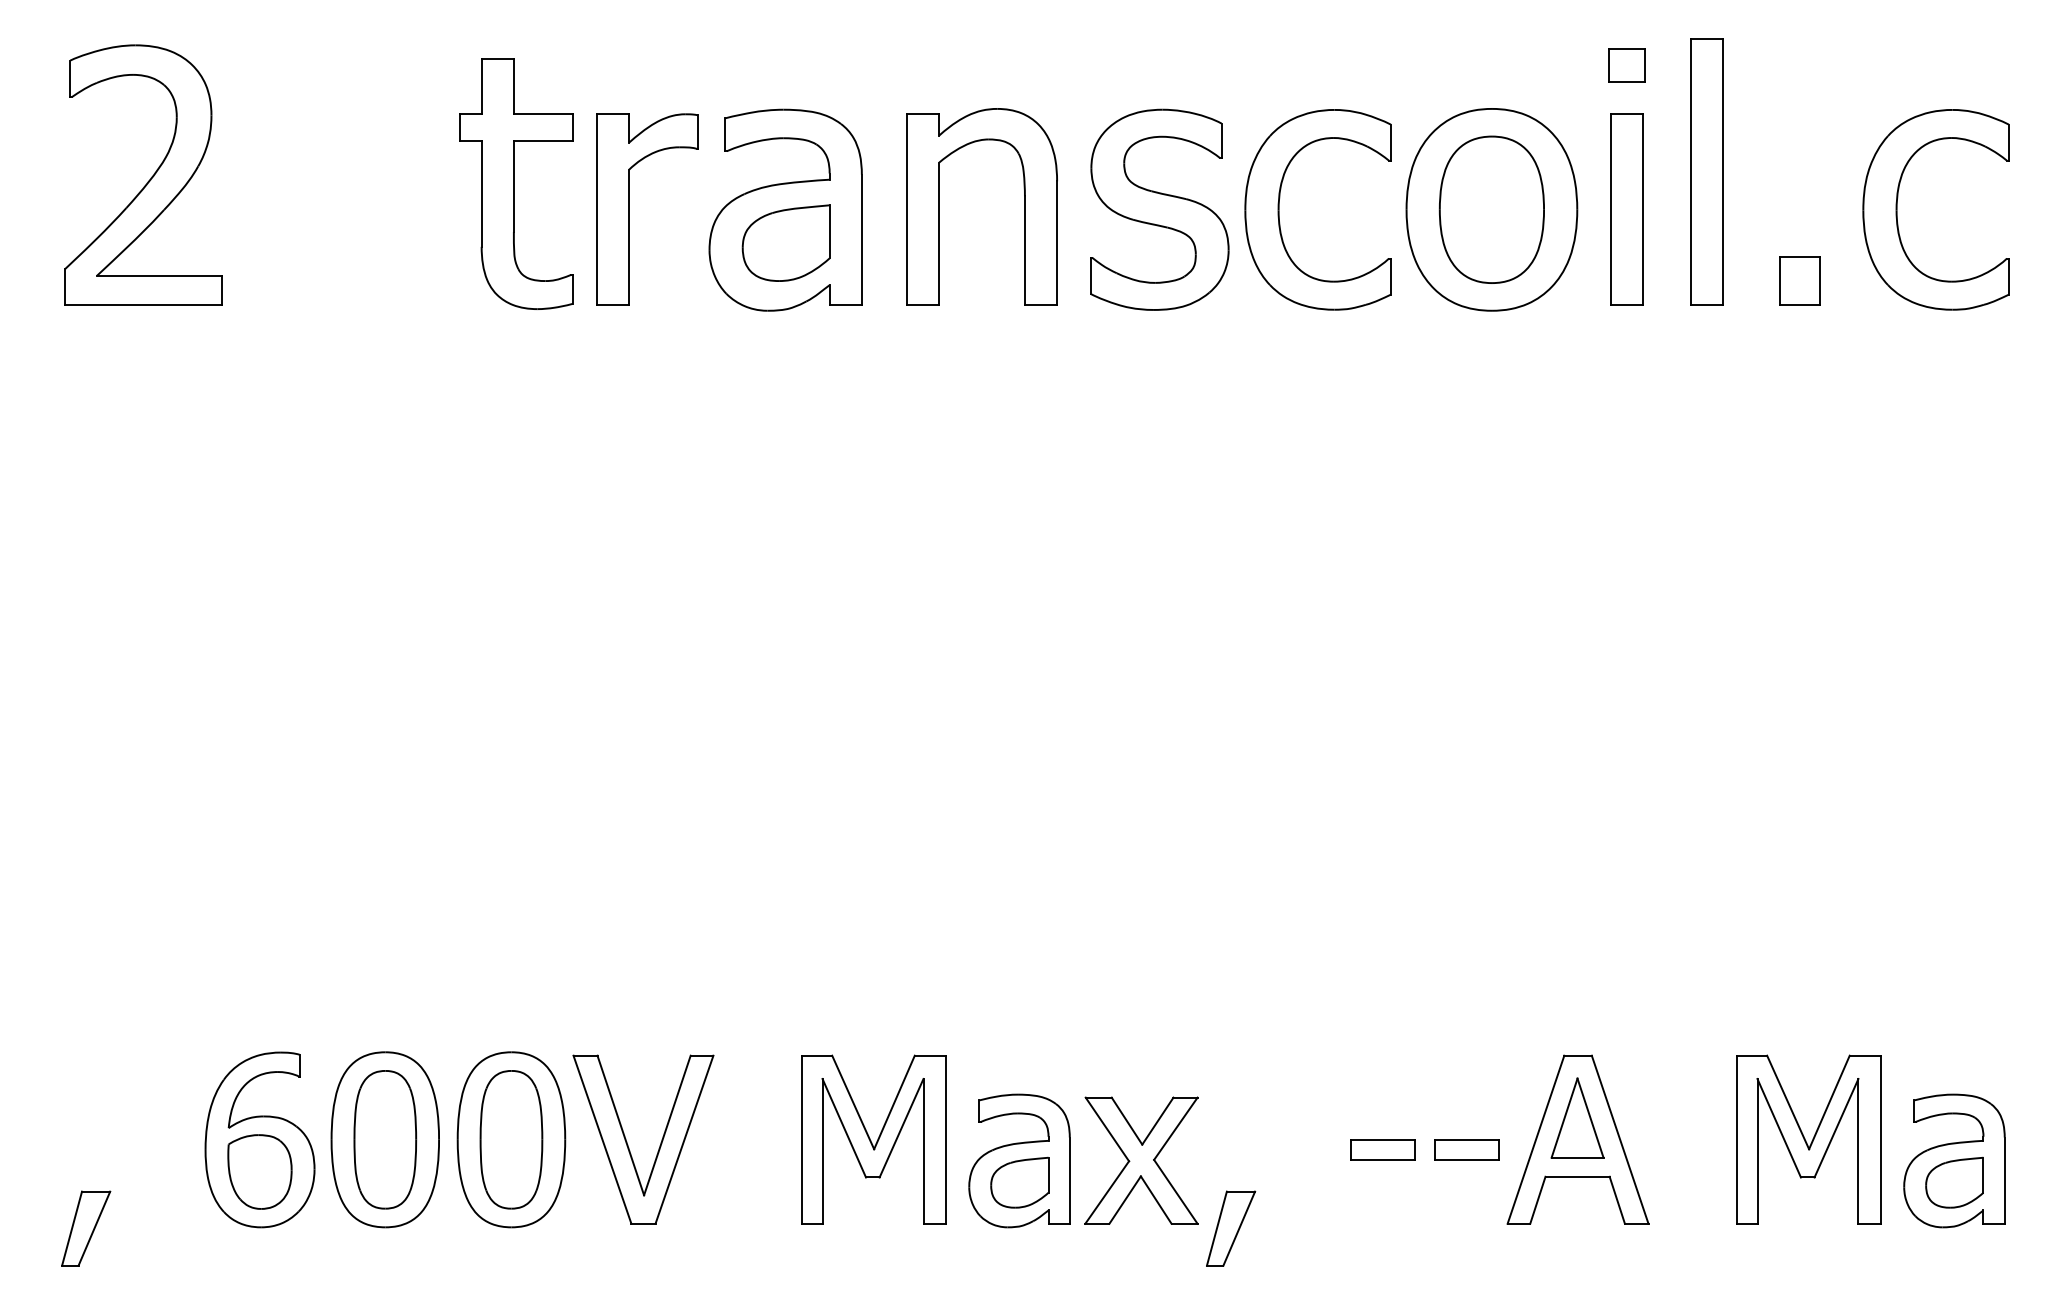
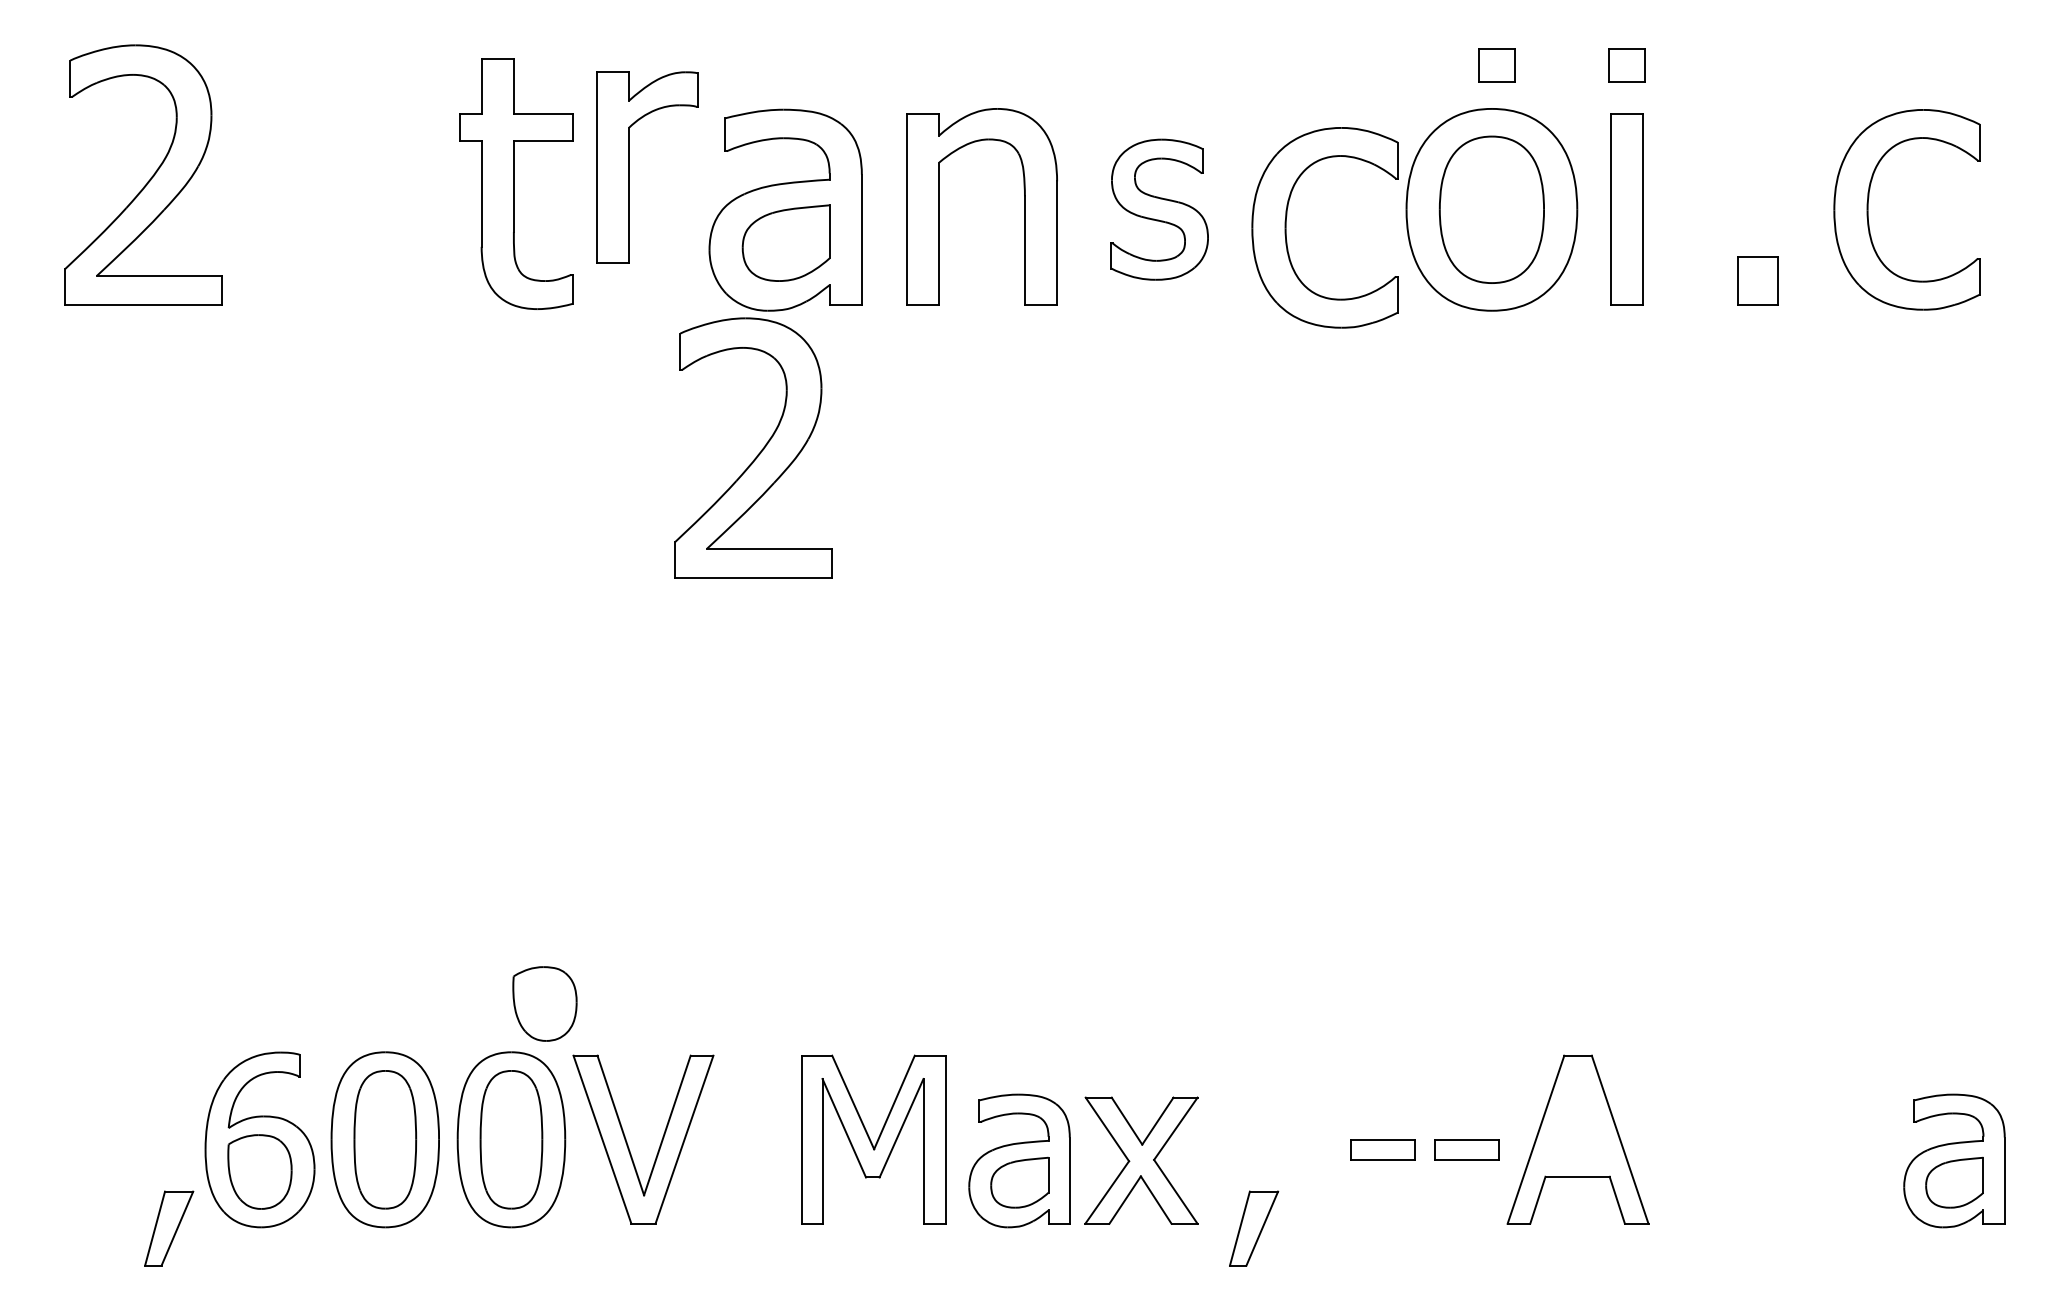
part at (1496, 65): none -> present
part at (1706, 171): present -> none
part at (629, 209) position: (629, 209) -> (629, 167)
part at (1159, 209) size: 140x203 px -> 99x143 px
part at (1279, 209) position: (1279, 209) -> (1286, 227)
part at (1897, 209) position: (1897, 209) -> (1868, 209)
part at (1799, 280) position: (1799, 280) -> (1757, 280)
part at (759, 452): none -> present
part at (544, 1003): none -> present
part at (1577, 1117): present -> none
part at (1808, 1139): present -> none
part at (86, 1228) position: (86, 1228) -> (169, 1228)
part at (1231, 1228) position: (1231, 1228) -> (1254, 1228)
